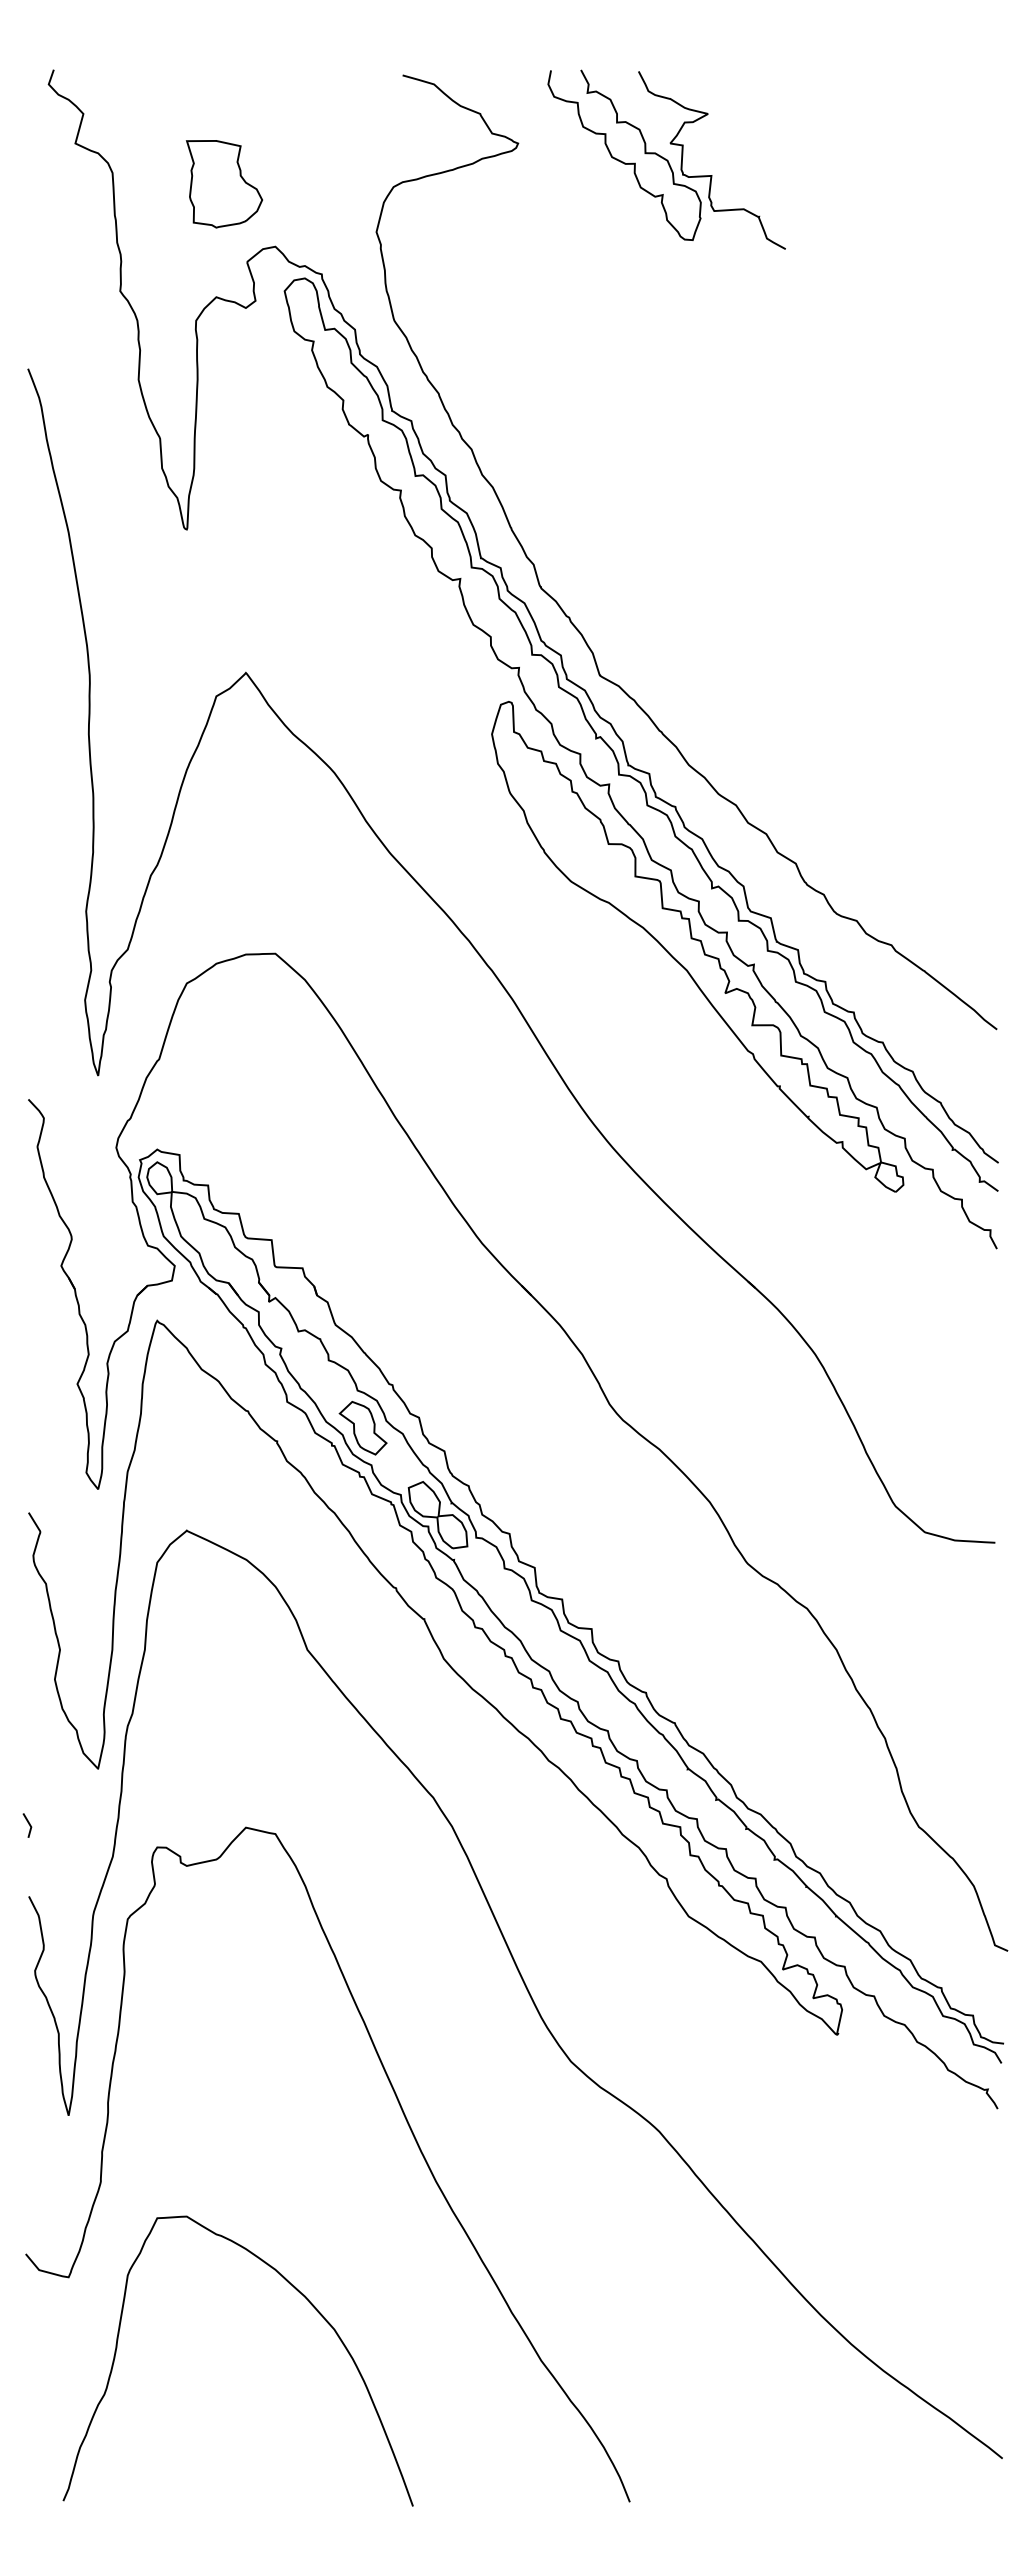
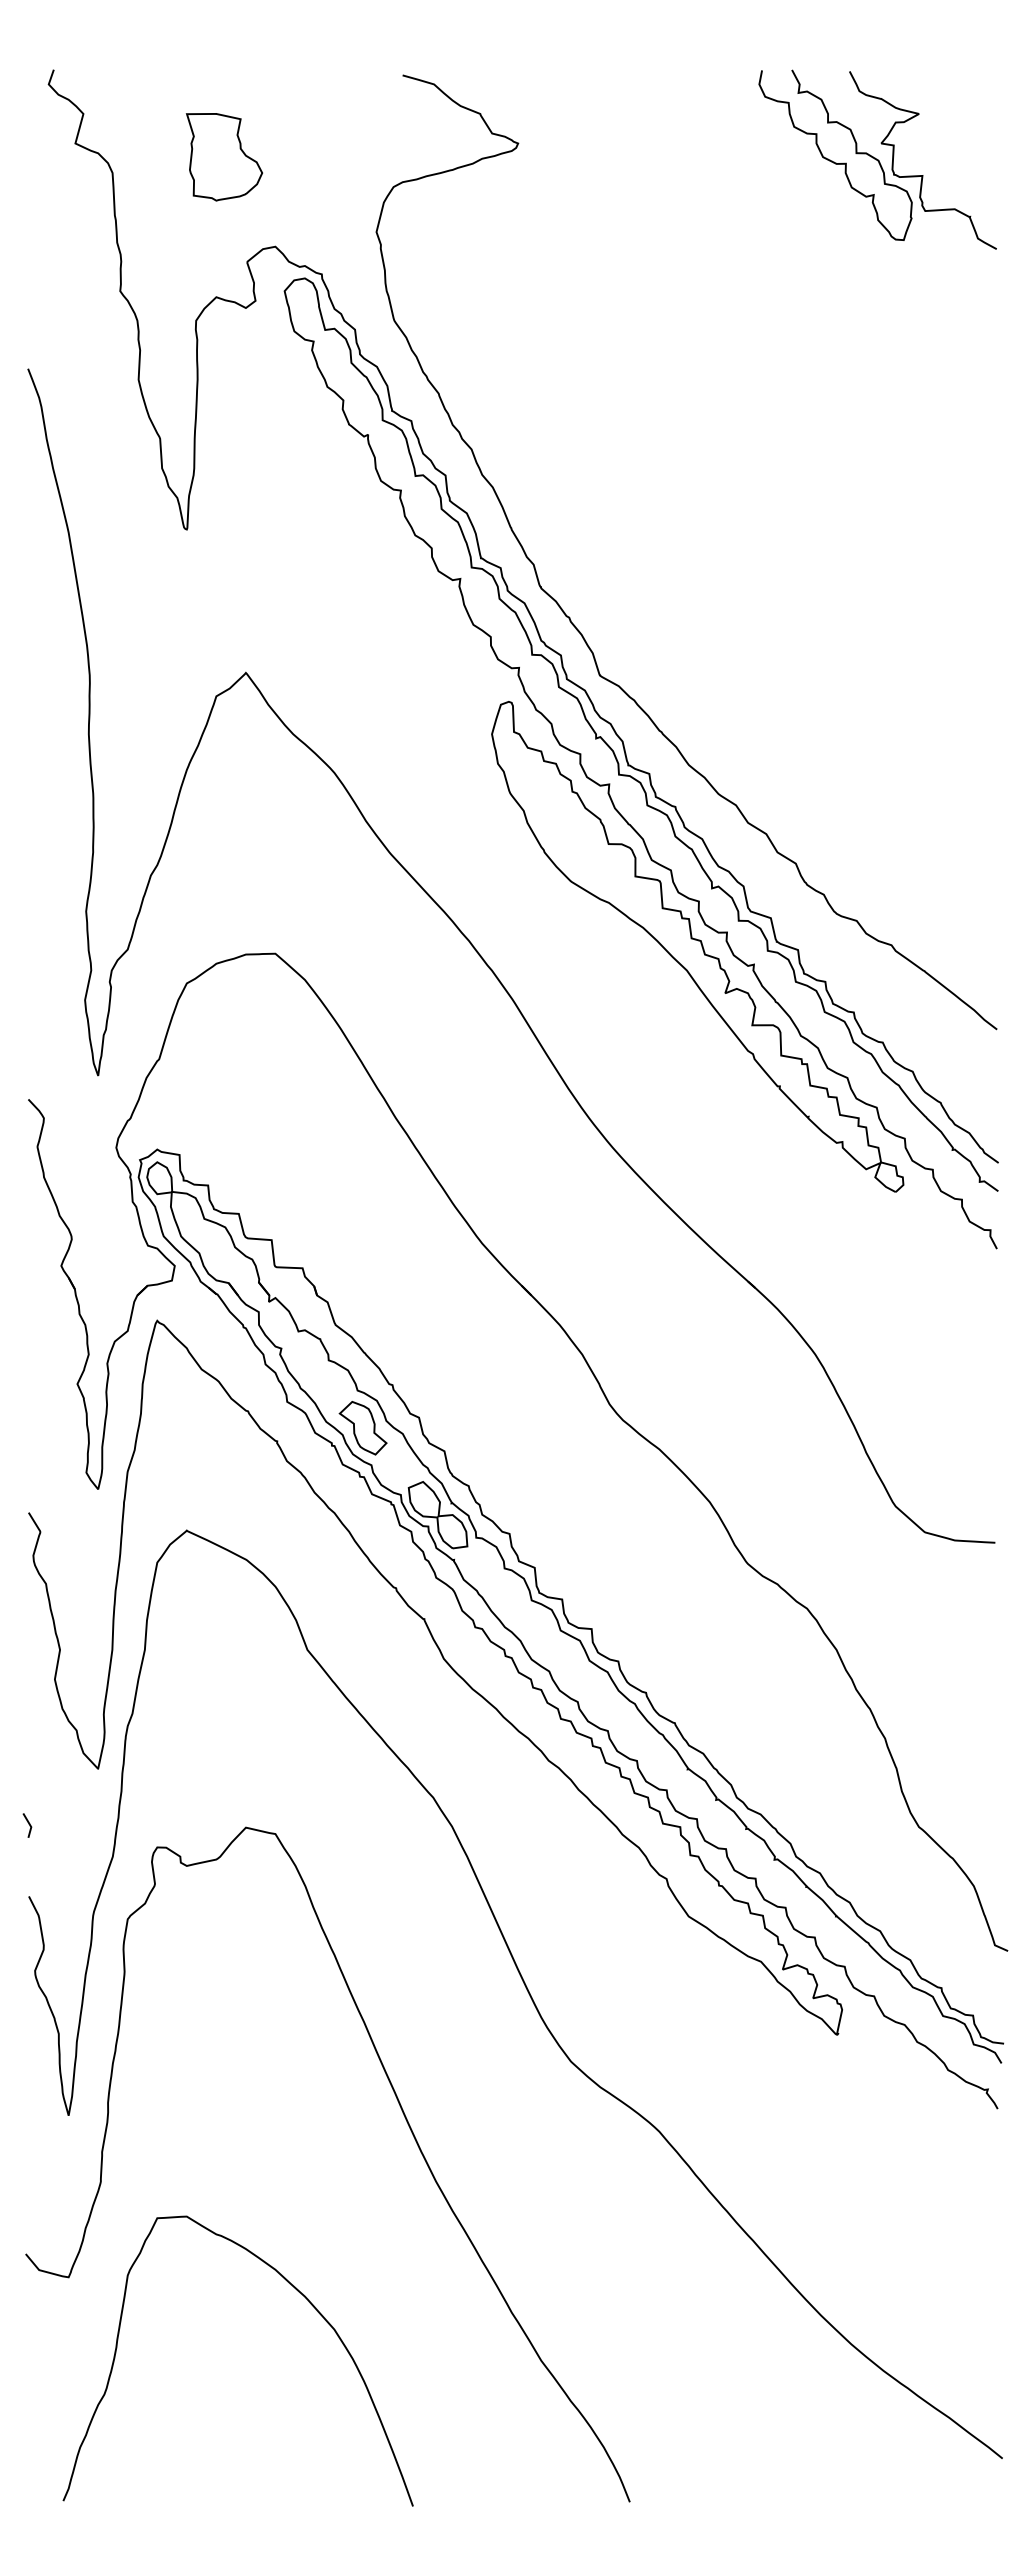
part at (666, 159) position: (666, 159) -> (877, 159)
part at (224, 184) position: (224, 184) -> (224, 157)
